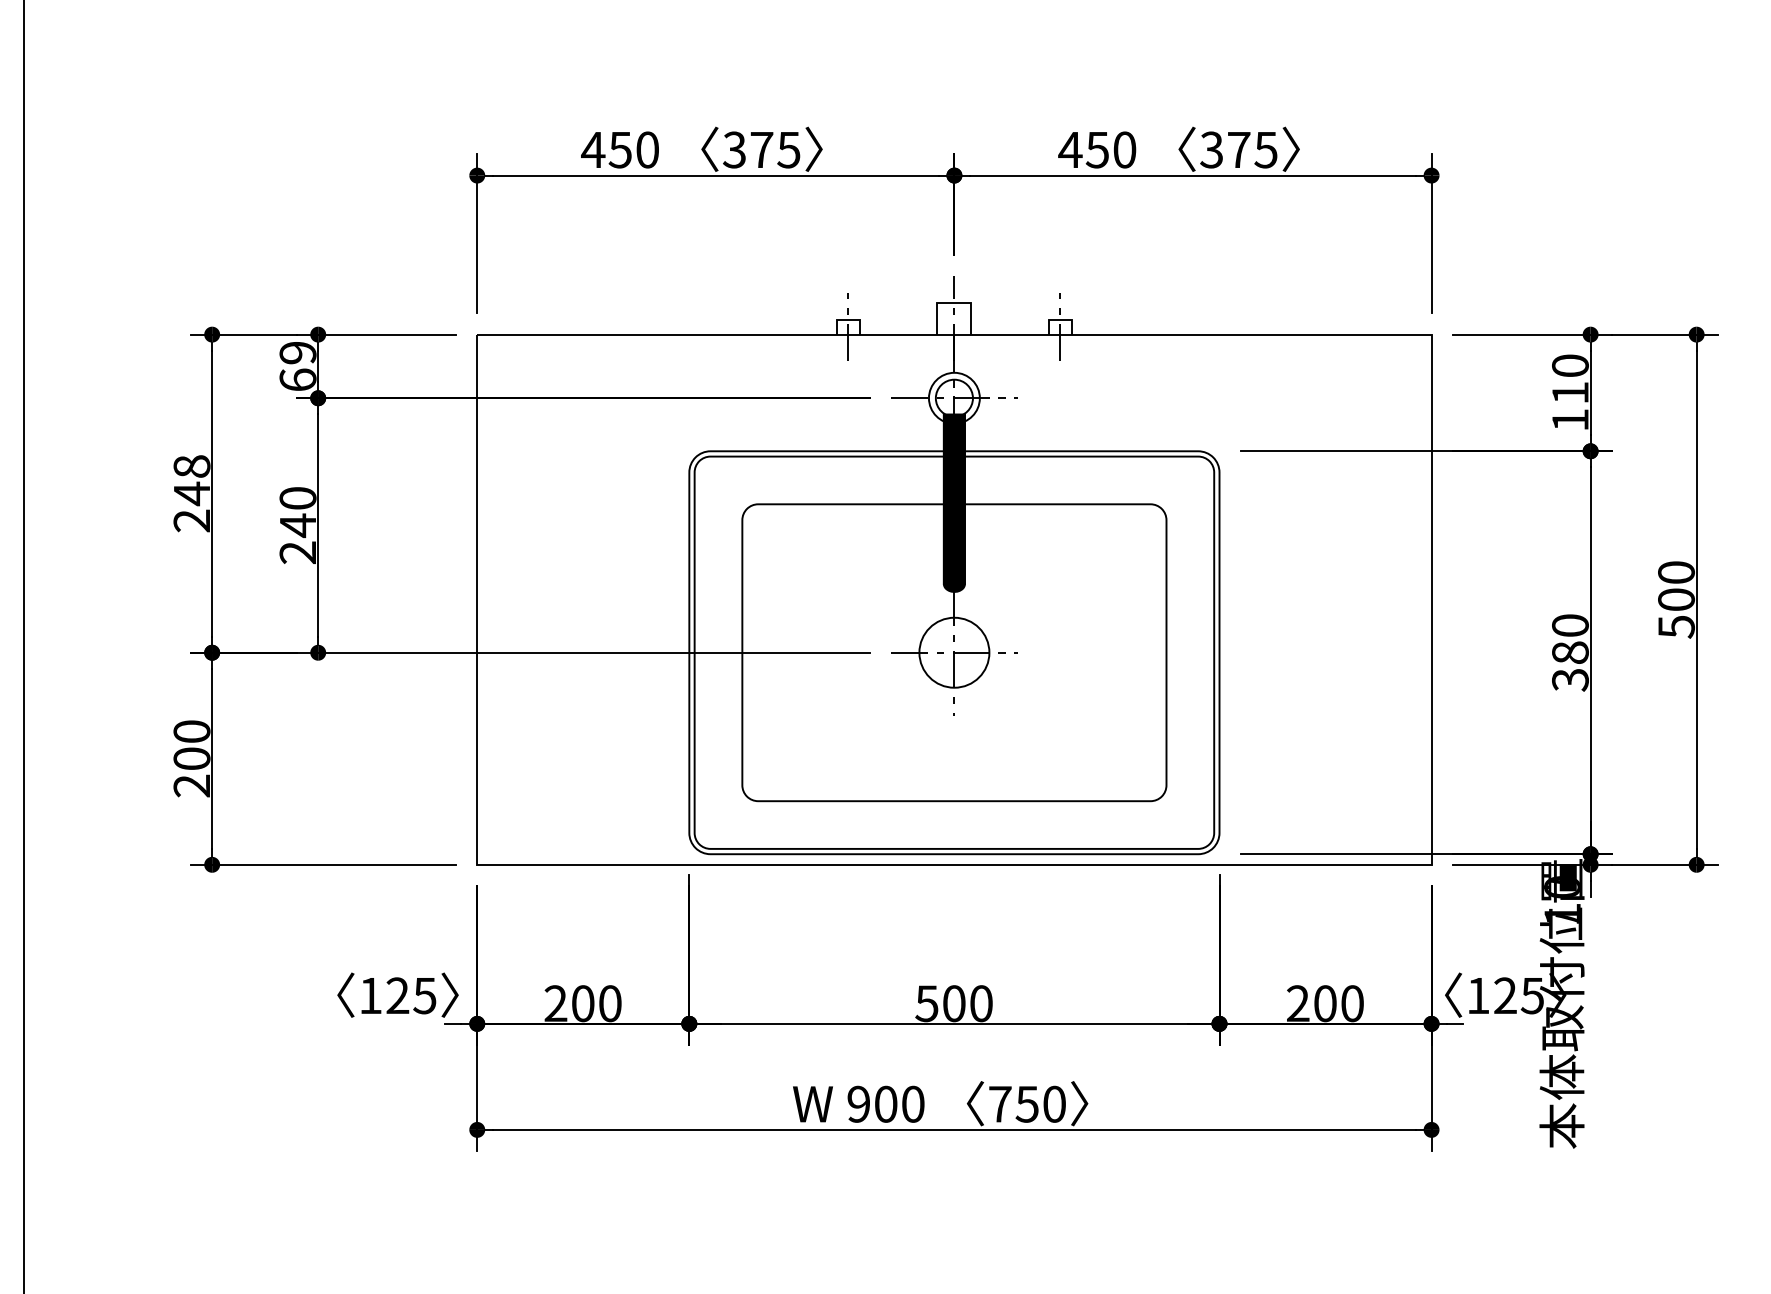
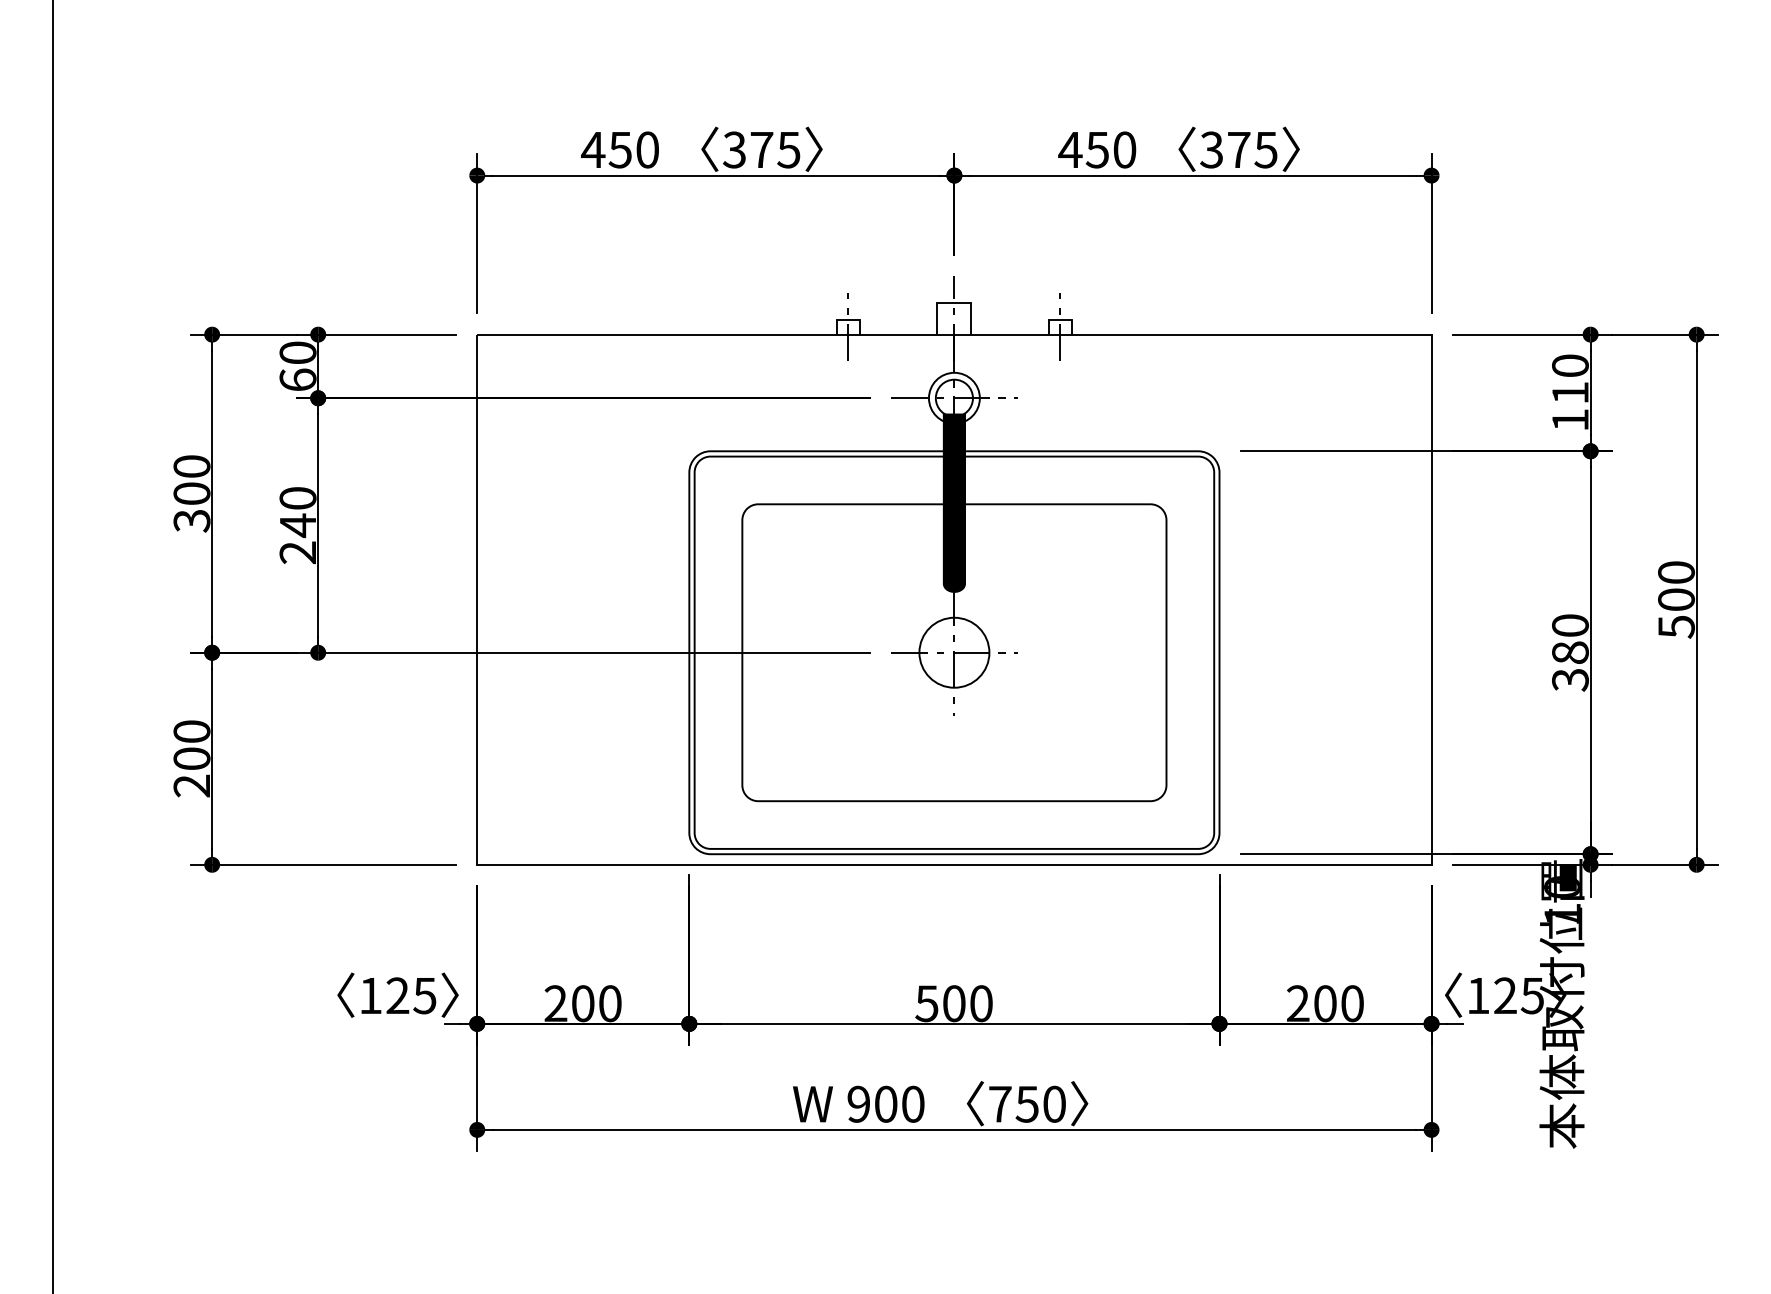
text at (297, 352): 69 -> 60
text at (191, 493): 248 -> 300
line at (24, 646) position: (24, 646) -> (53, 646)
